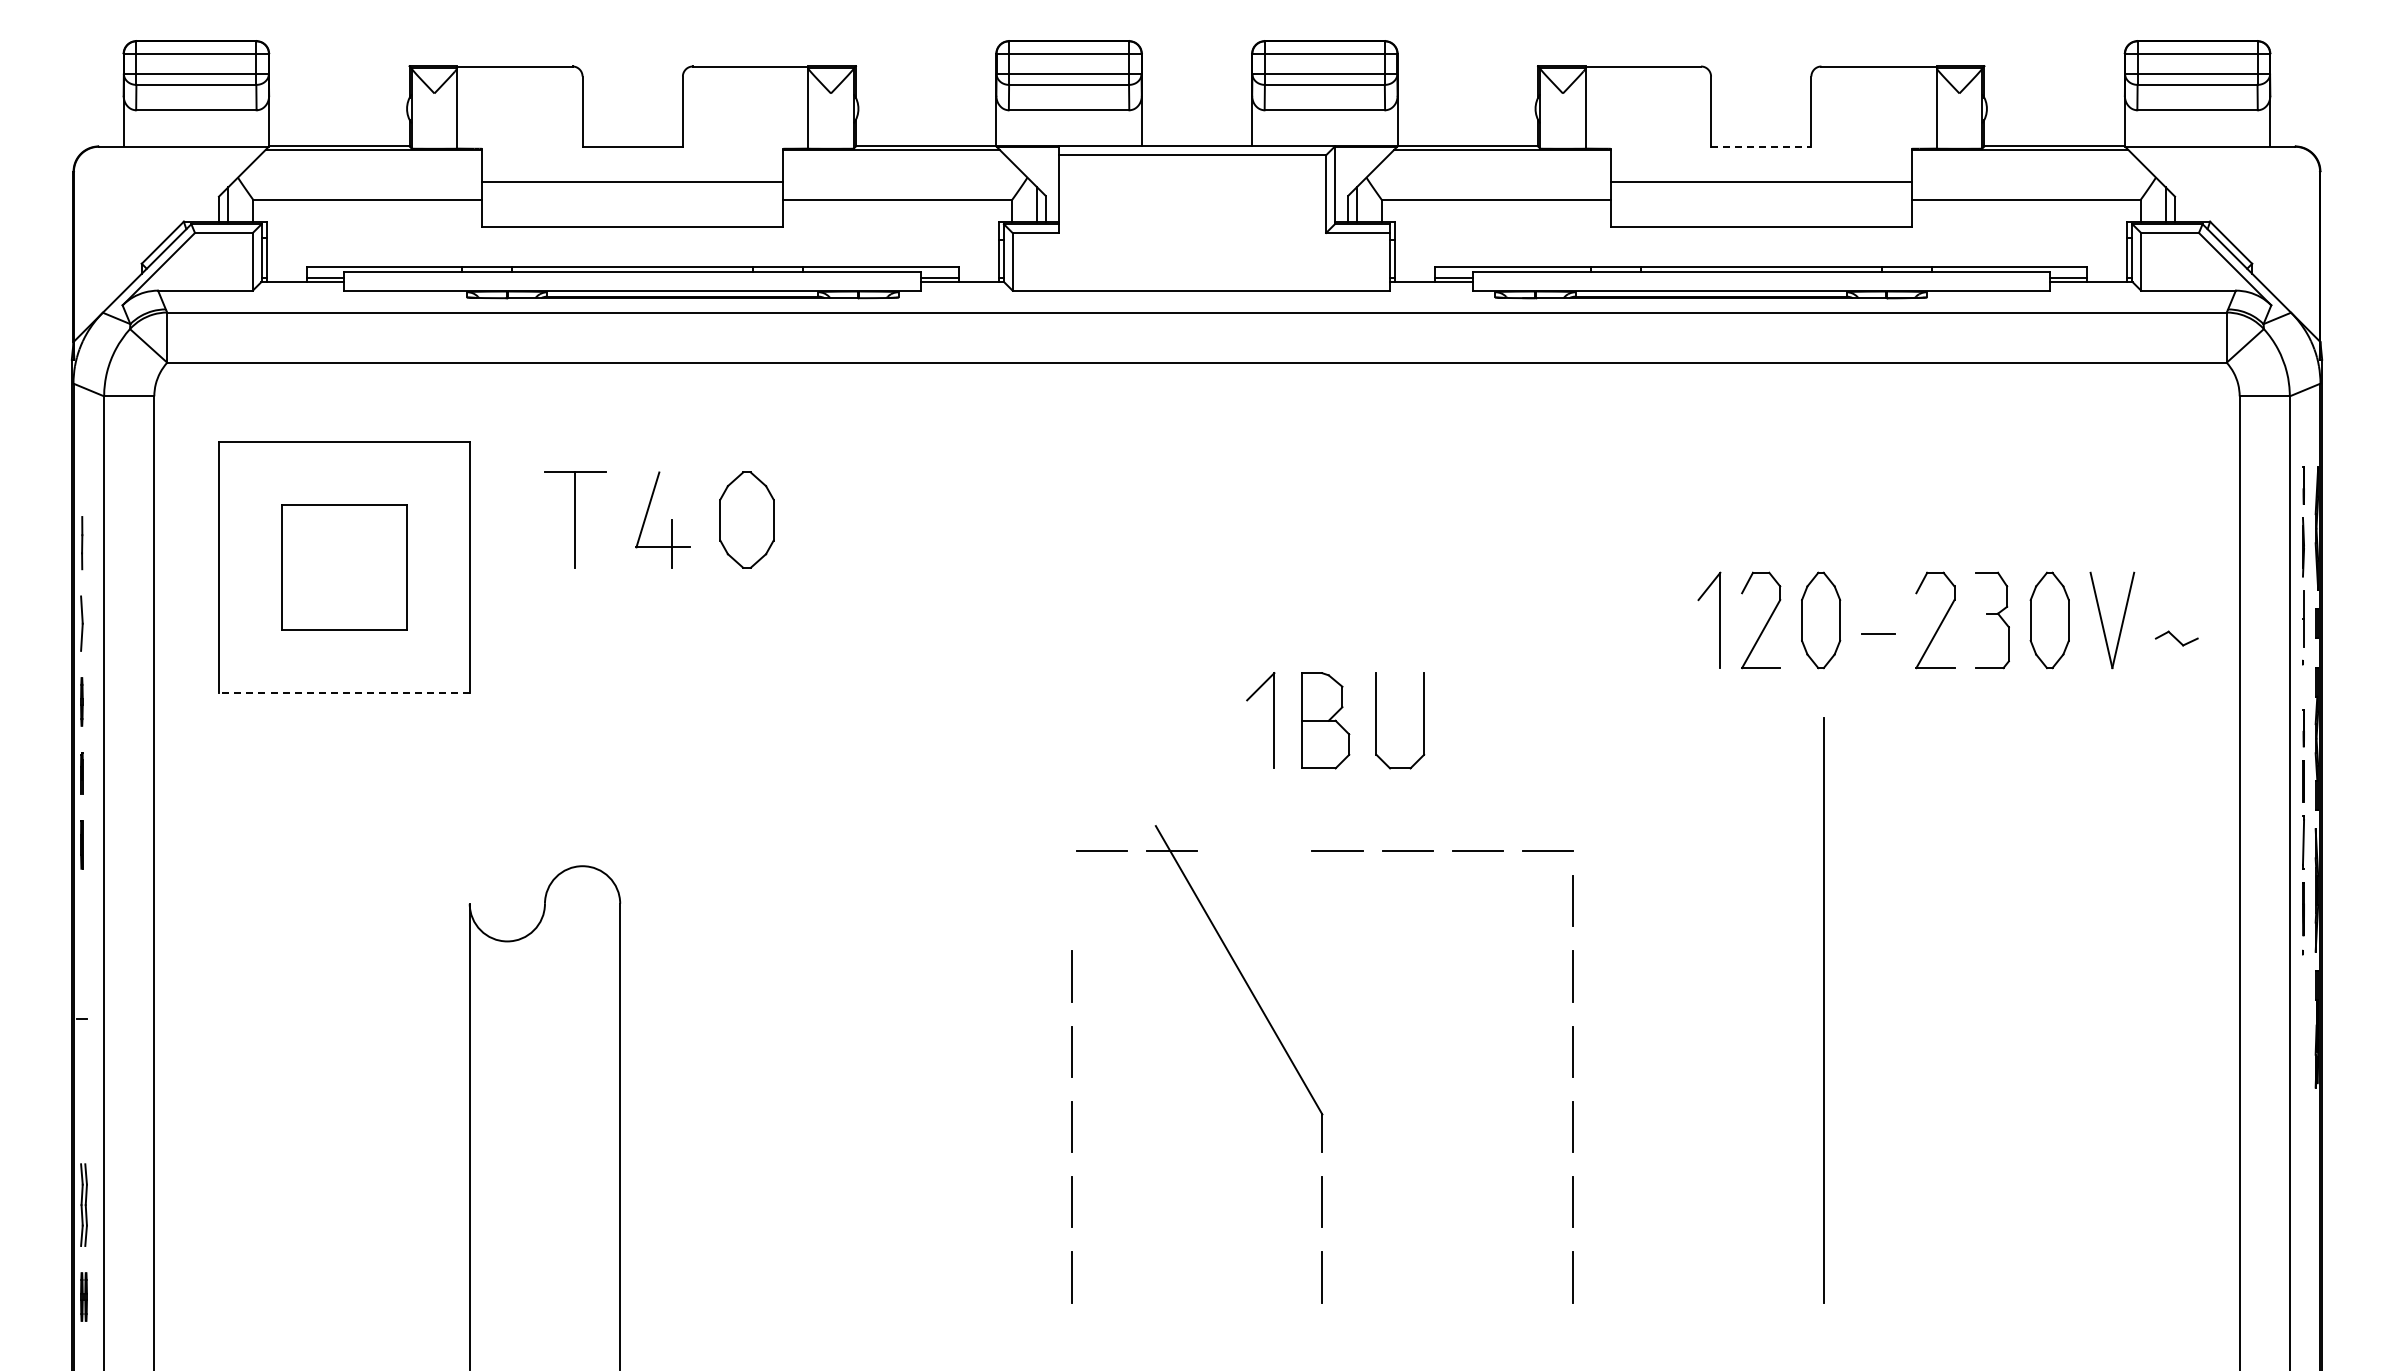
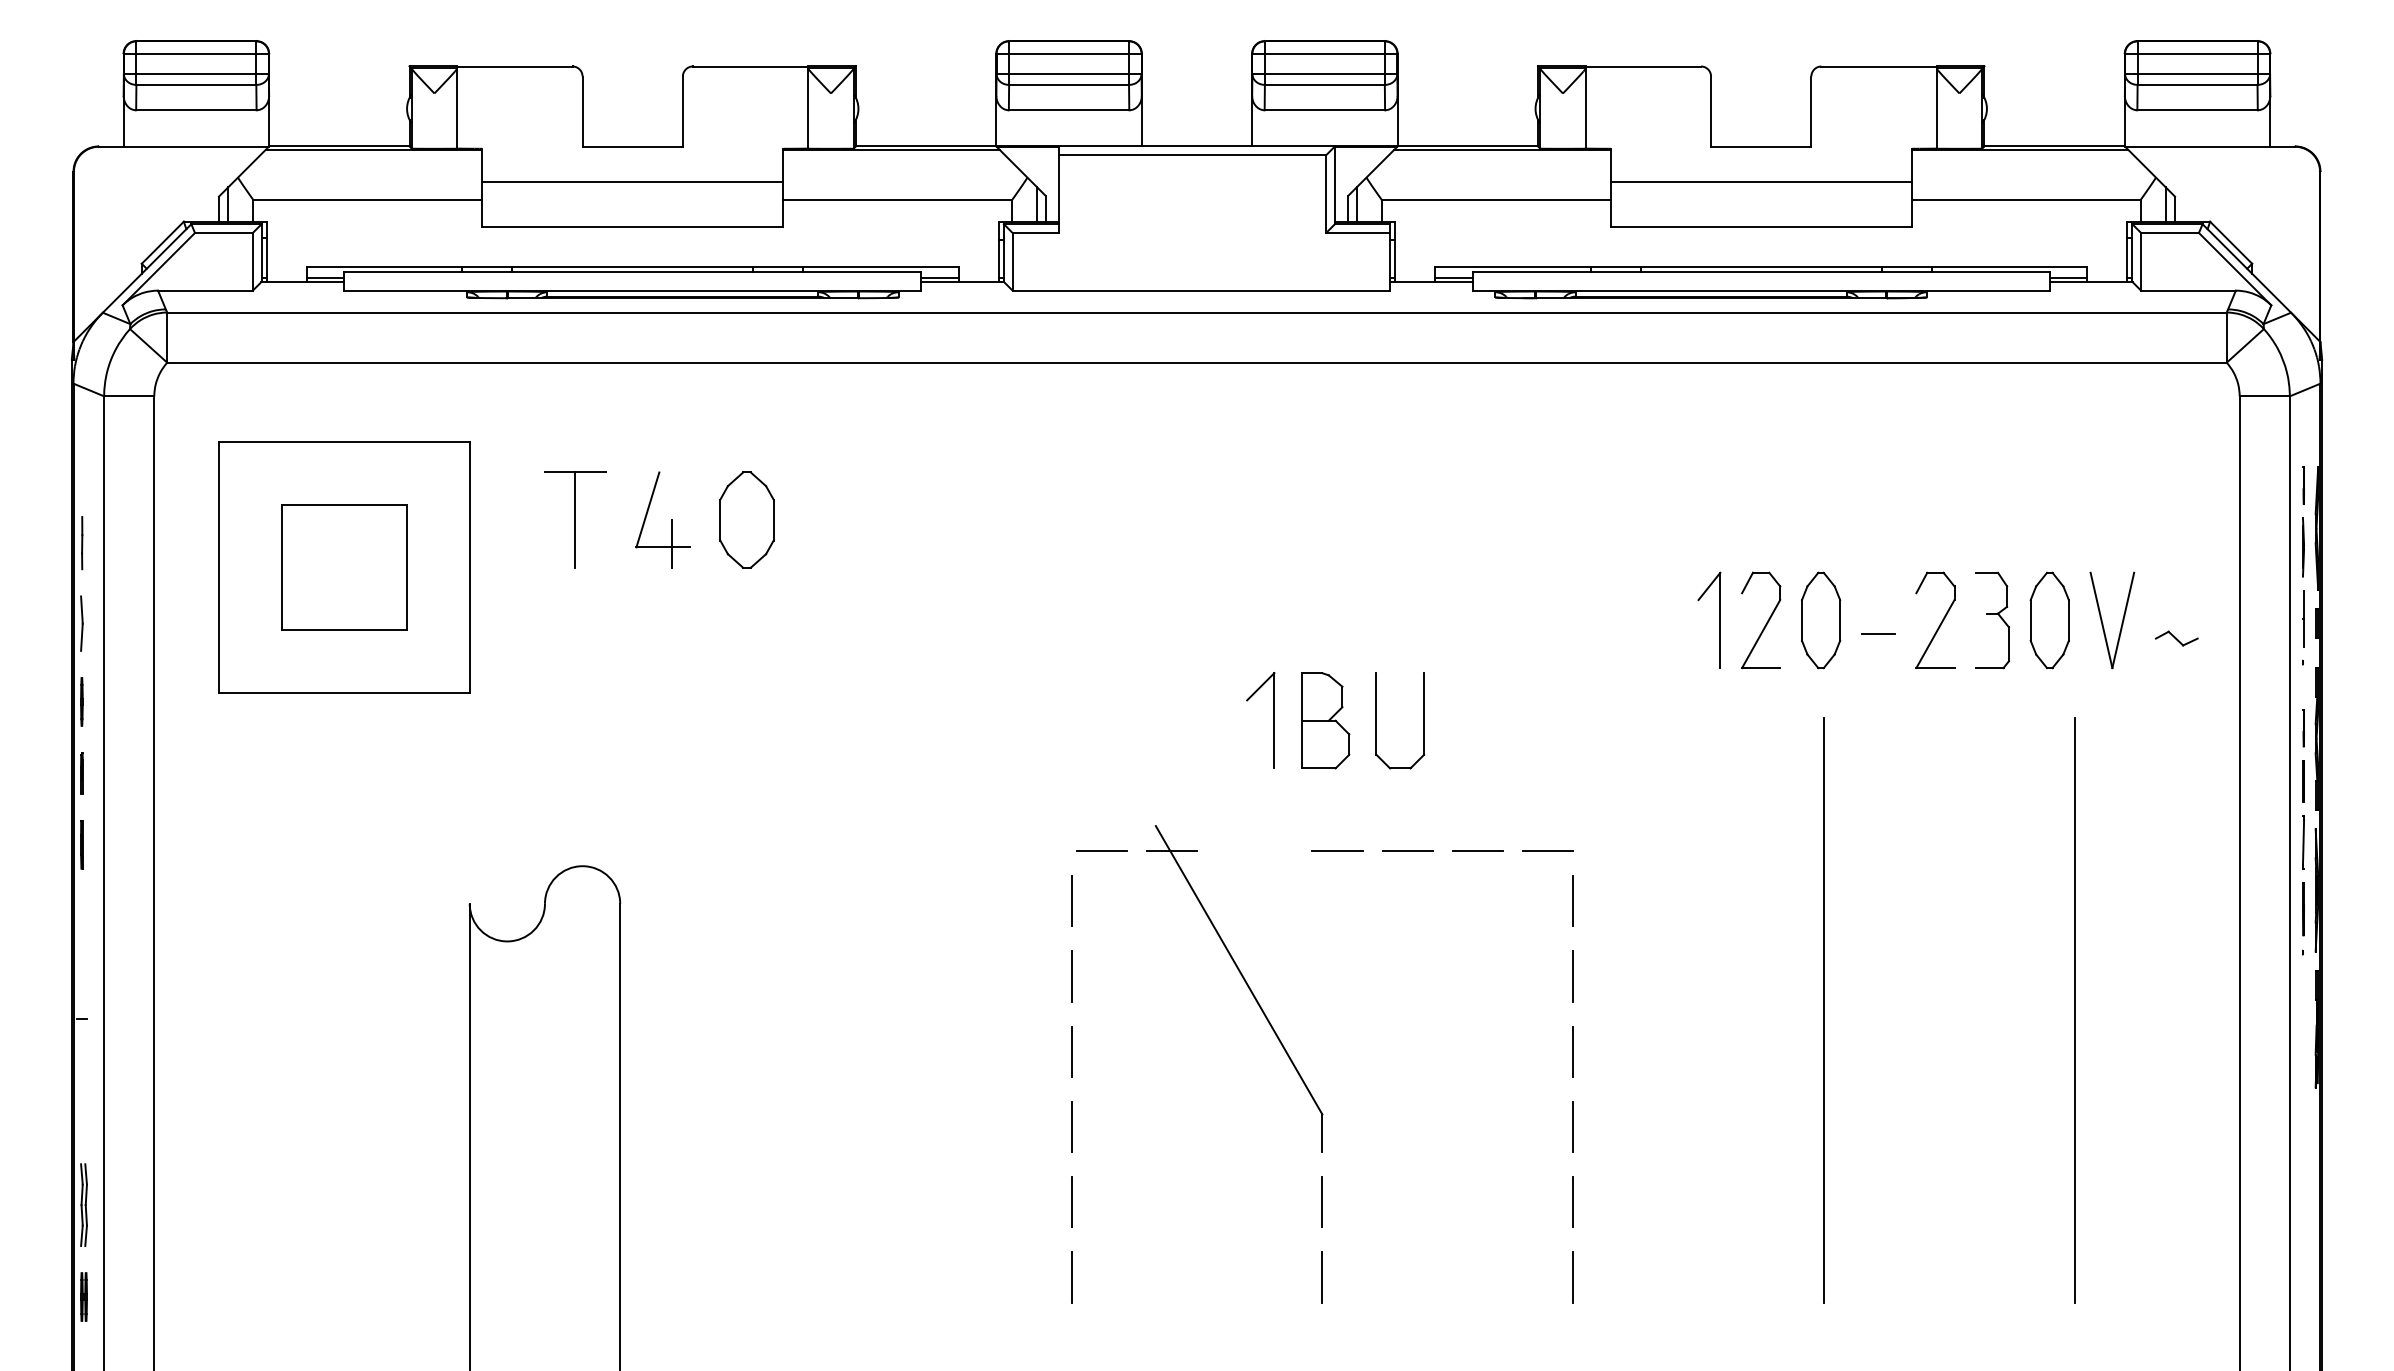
line at (1761, 146): dashed -> solid
line at (343, 693): dashed -> solid
line at (1071, 901): none -> present
line at (2074, 1010): none -> present
